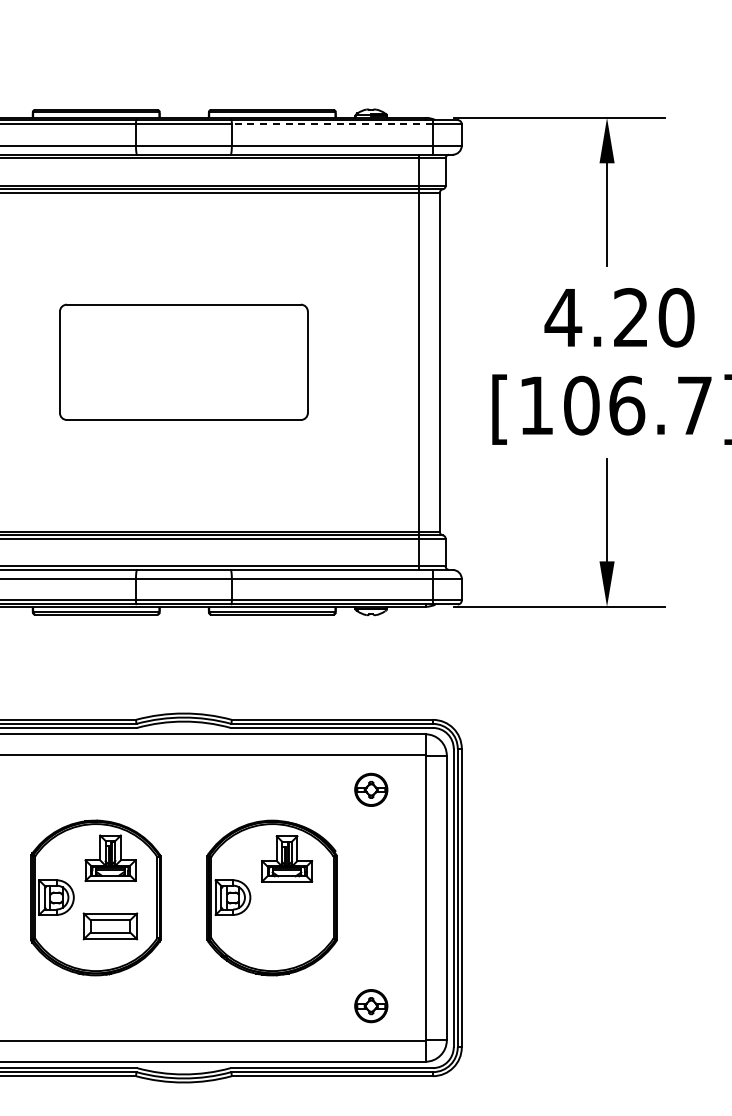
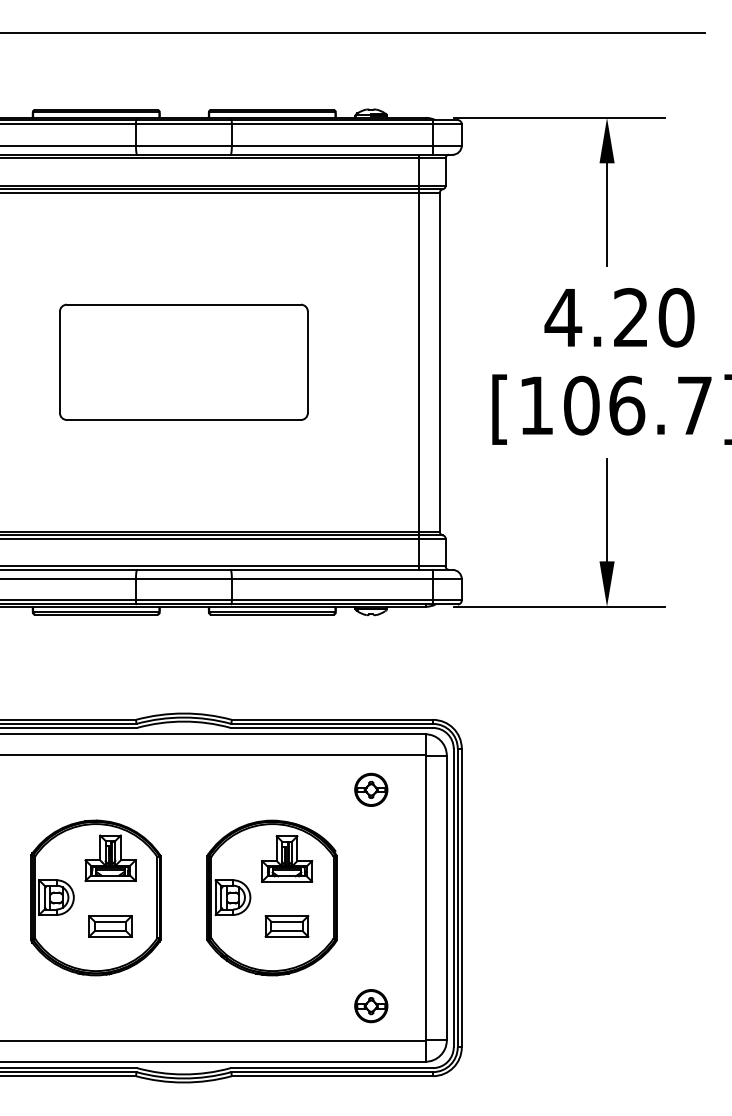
line at (353, 33): none -> present
line at (332, 124): dashed -> solid
part at (110, 926) size: 57x29 px -> 45x23 px
part at (286, 926): none -> present
